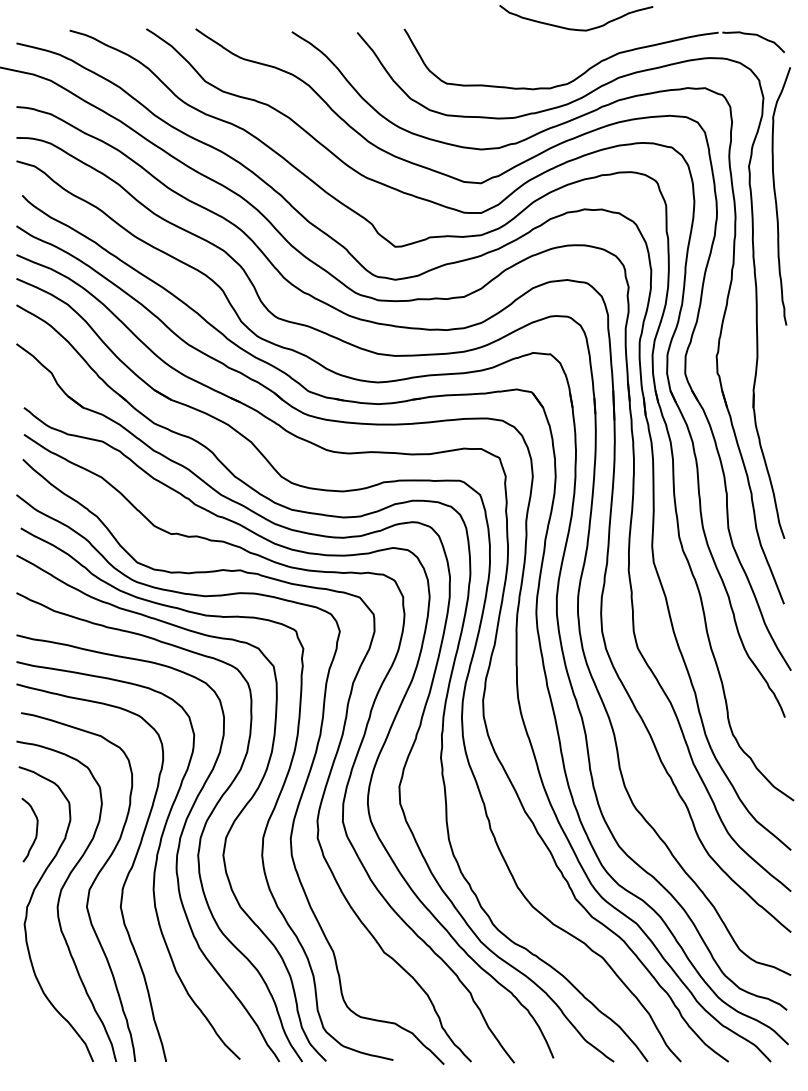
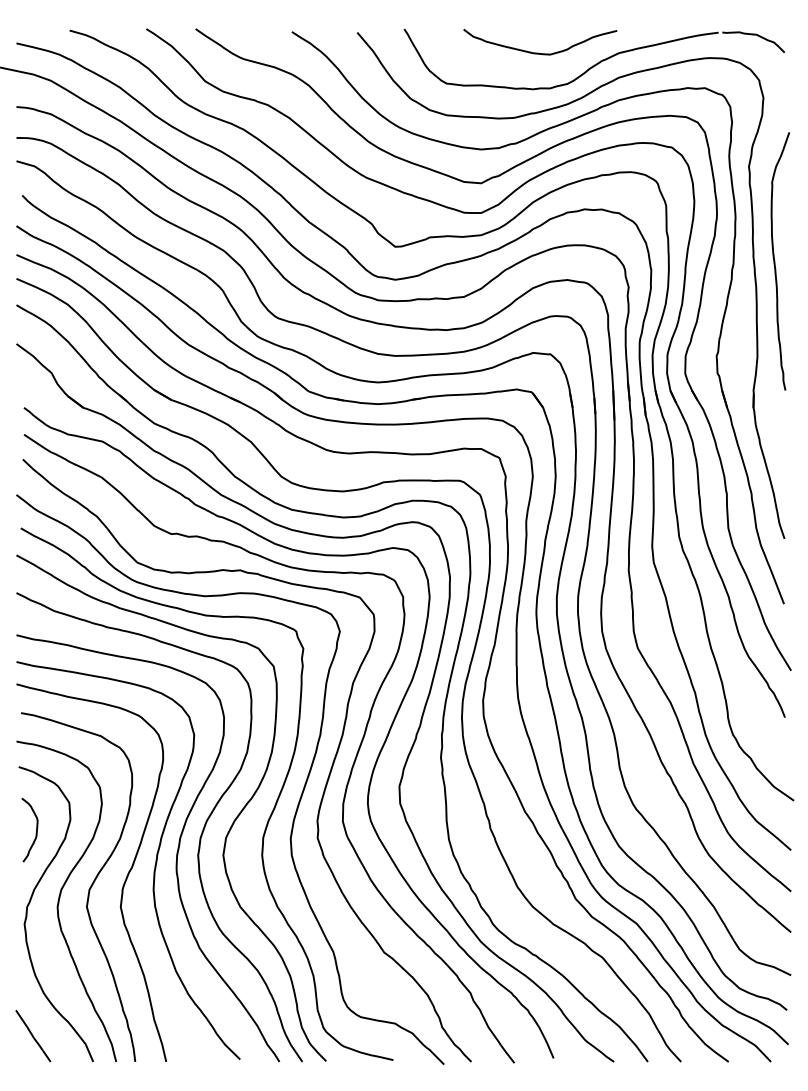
curve at (574, 28) position: (574, 28) -> (538, 52)
curve at (776, 196) position: (776, 196) -> (775, 261)
line at (33, 1036): none -> present
